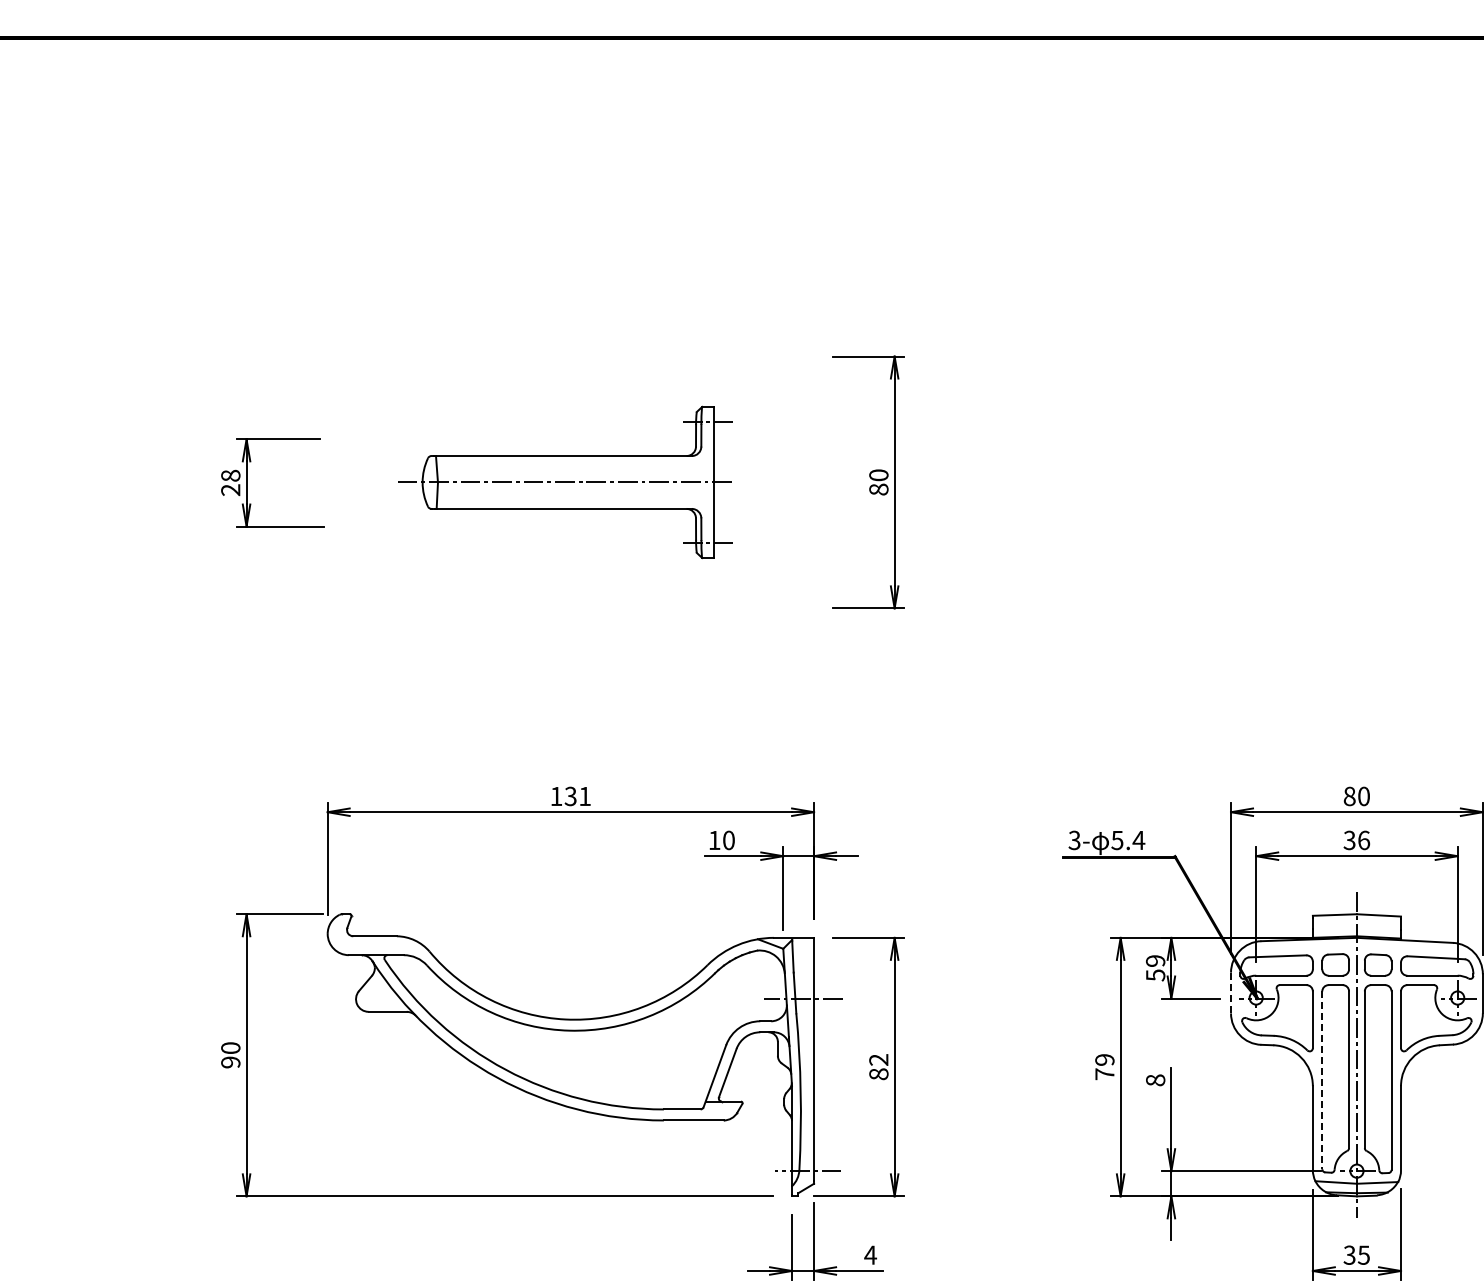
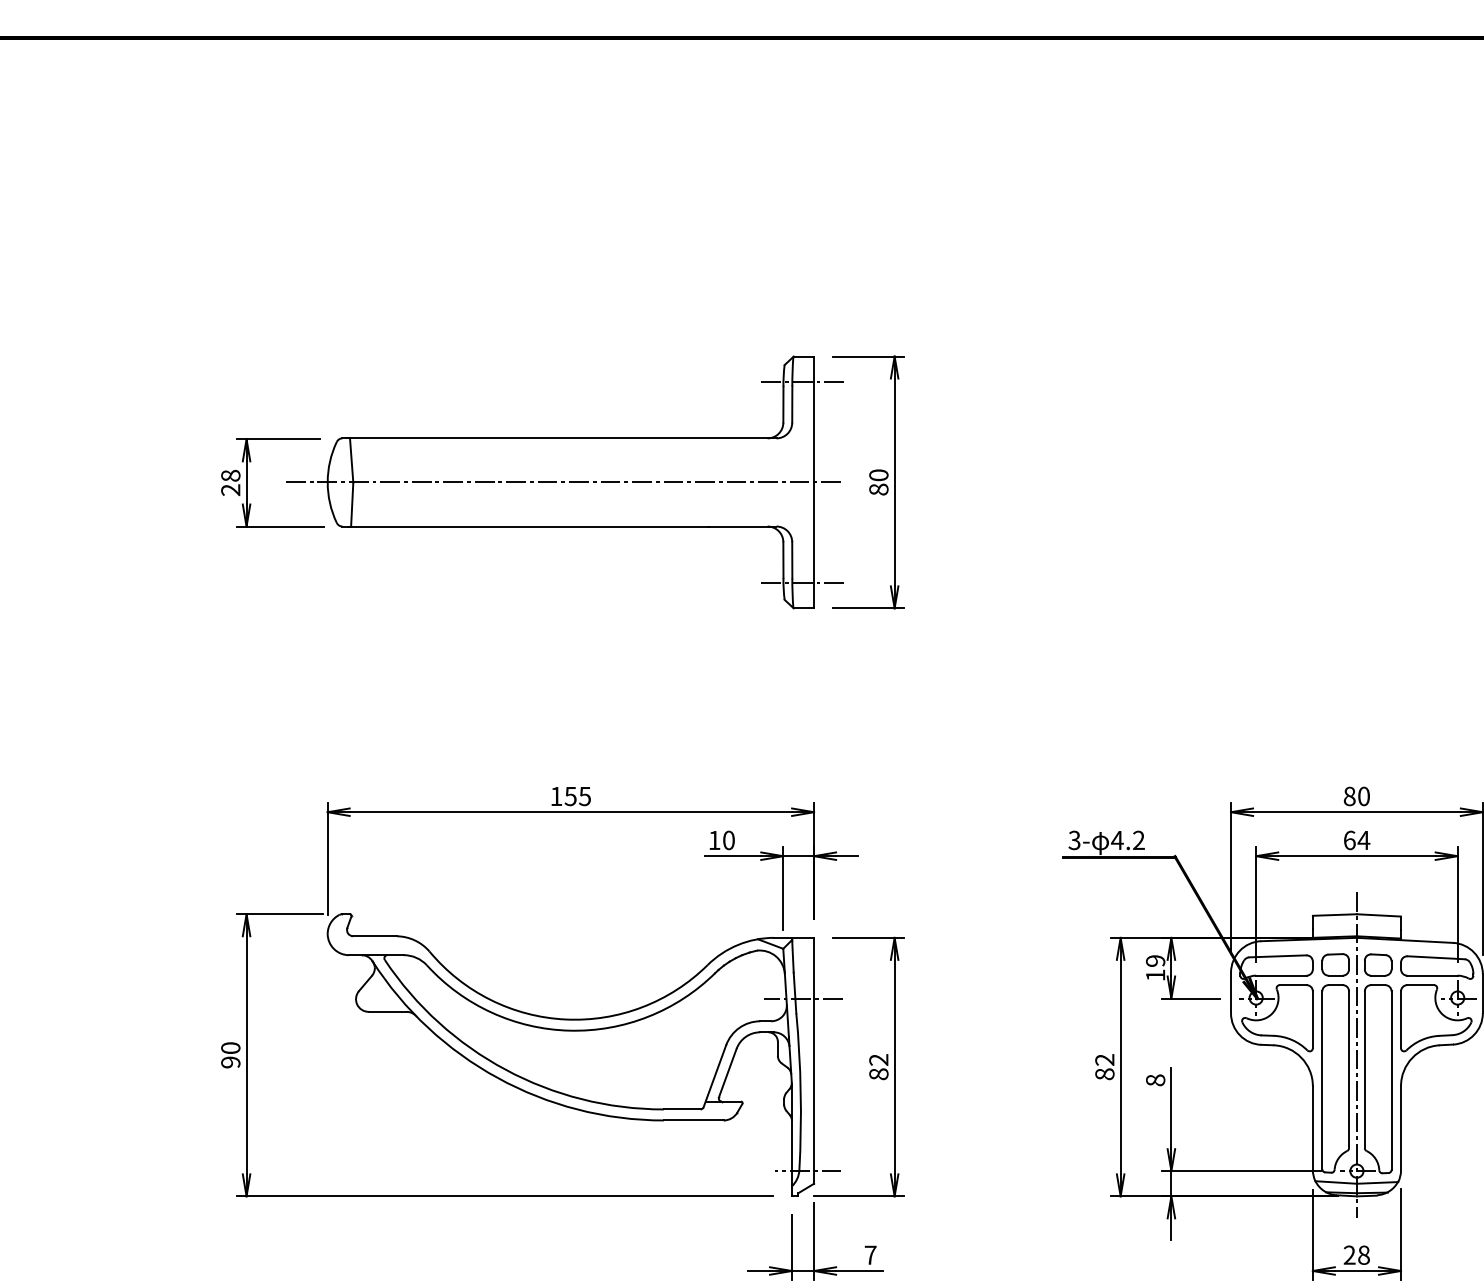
part at (565, 482) size: 335x155 px -> 558x255 px
text at (577, 796): 131 -> 155
text at (1128, 840): 5.4 -> 4.2
text at (1356, 840): 36 -> 64
text at (1155, 975): 59 -> 19
line at (1231, 992): dashed -> solid
text at (1104, 1067): 79 -> 82
line at (1322, 1080): dashed -> solid
text at (870, 1254): 4 -> 7
text at (1356, 1254): 35 -> 28
